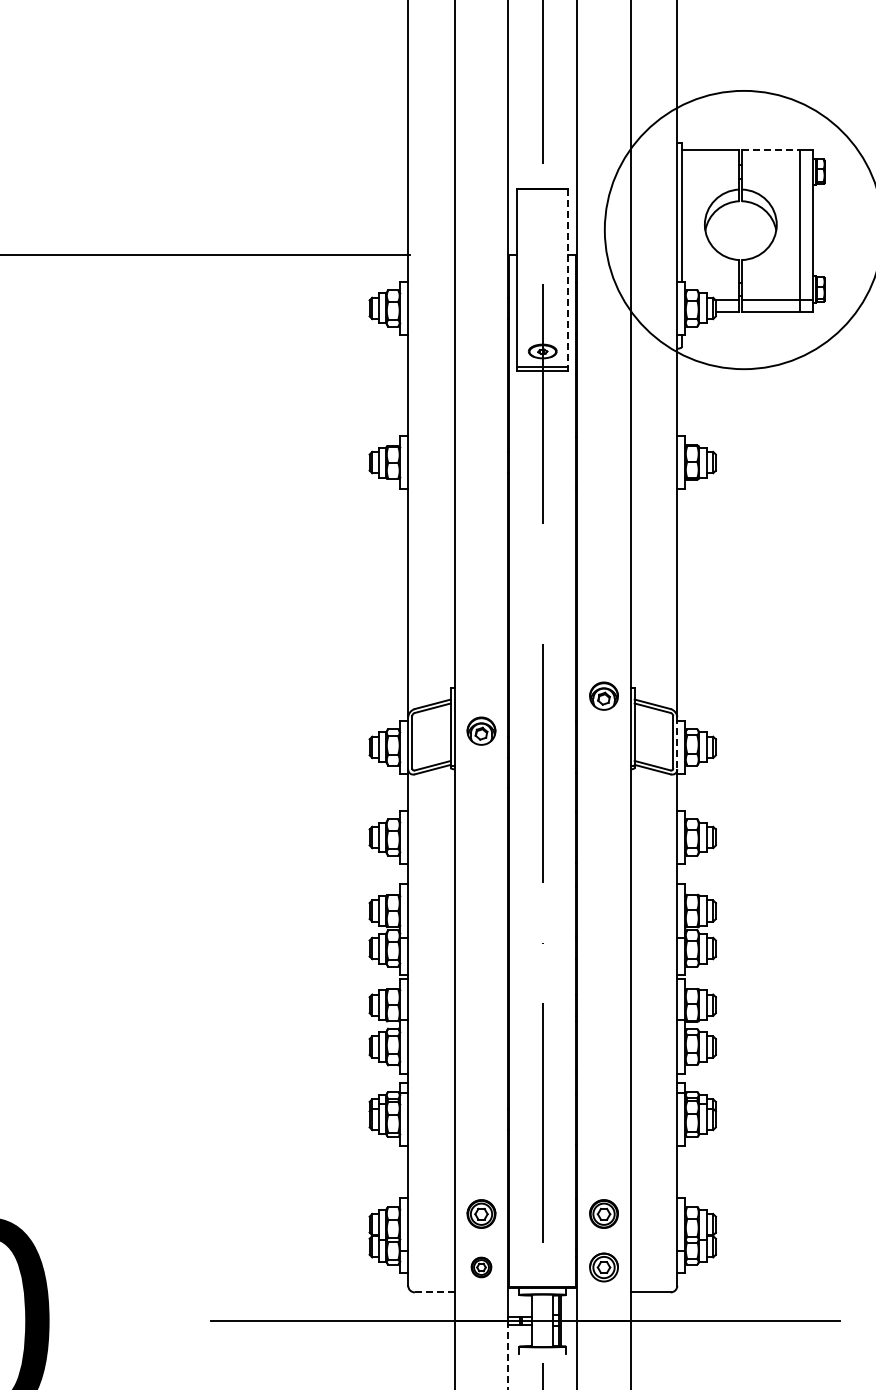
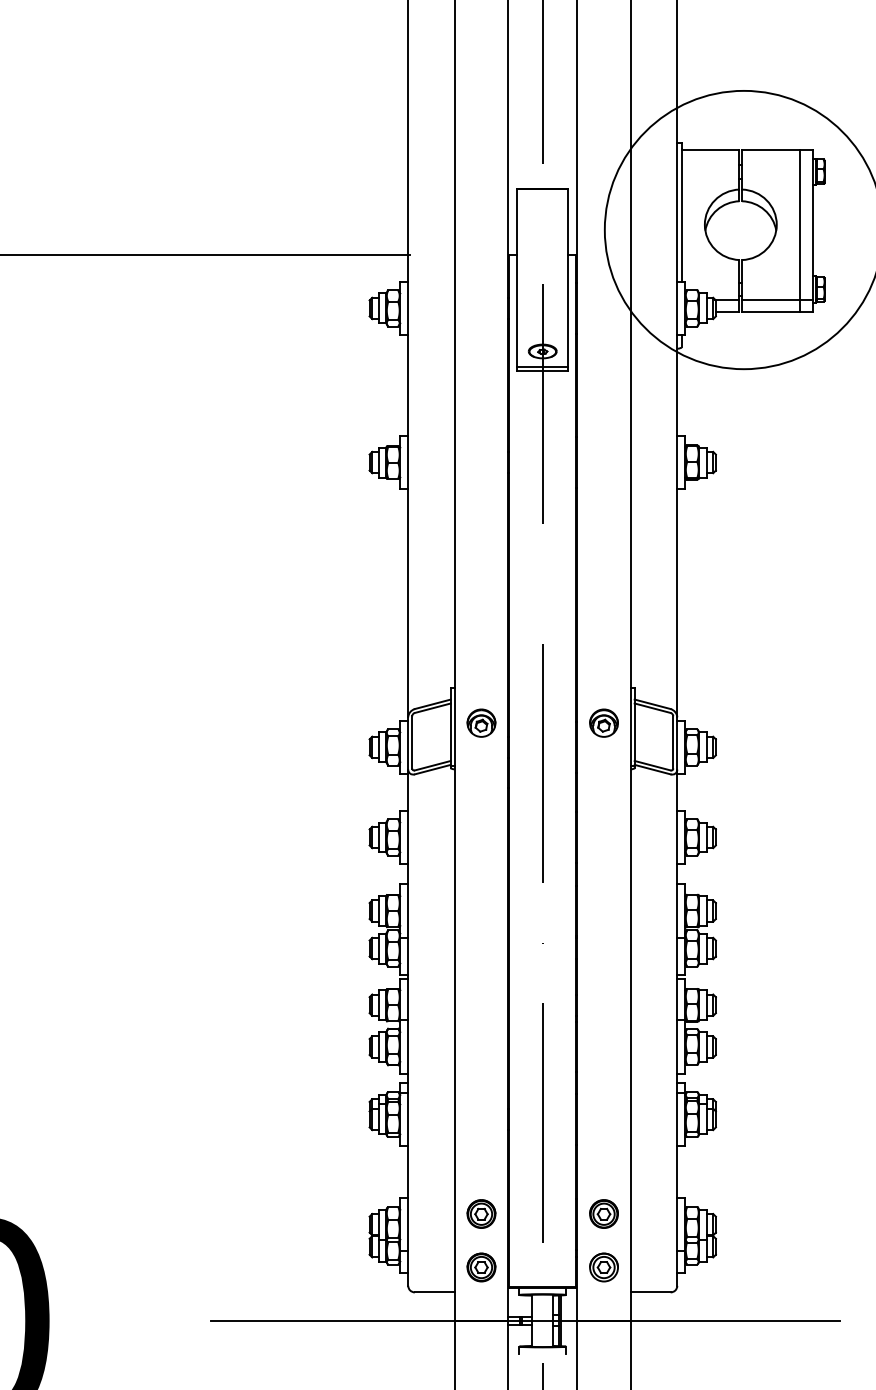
line at (771, 149): dashed -> solid
line at (568, 278): dashed -> solid
part at (603, 695) position: (603, 695) -> (603, 722)
part at (481, 730) position: (481, 730) -> (481, 722)
line at (677, 743): dashed -> solid
part at (481, 1267) size: 23x23 px -> 31x31 px
line at (434, 1292): dashed -> solid
line at (508, 1355): dashed -> solid
